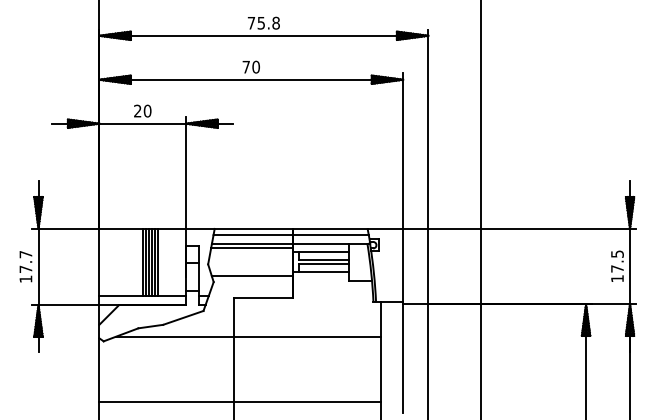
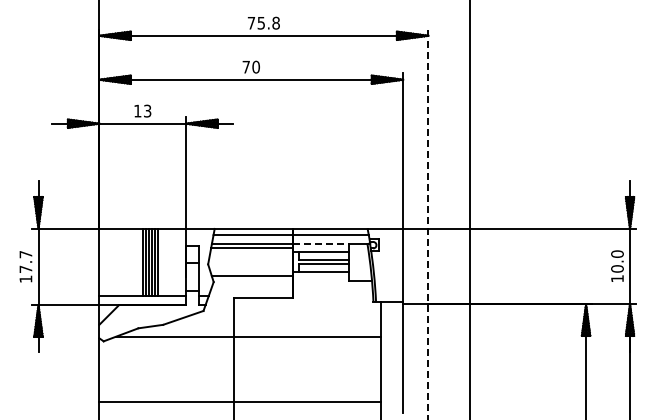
text at (142, 110): 20 -> 13
line at (481, 209) position: (481, 209) -> (470, 209)
line at (428, 225): solid -> dashed
line at (321, 244): solid -> dashed
text at (617, 261): 17.5 -> 10.0
